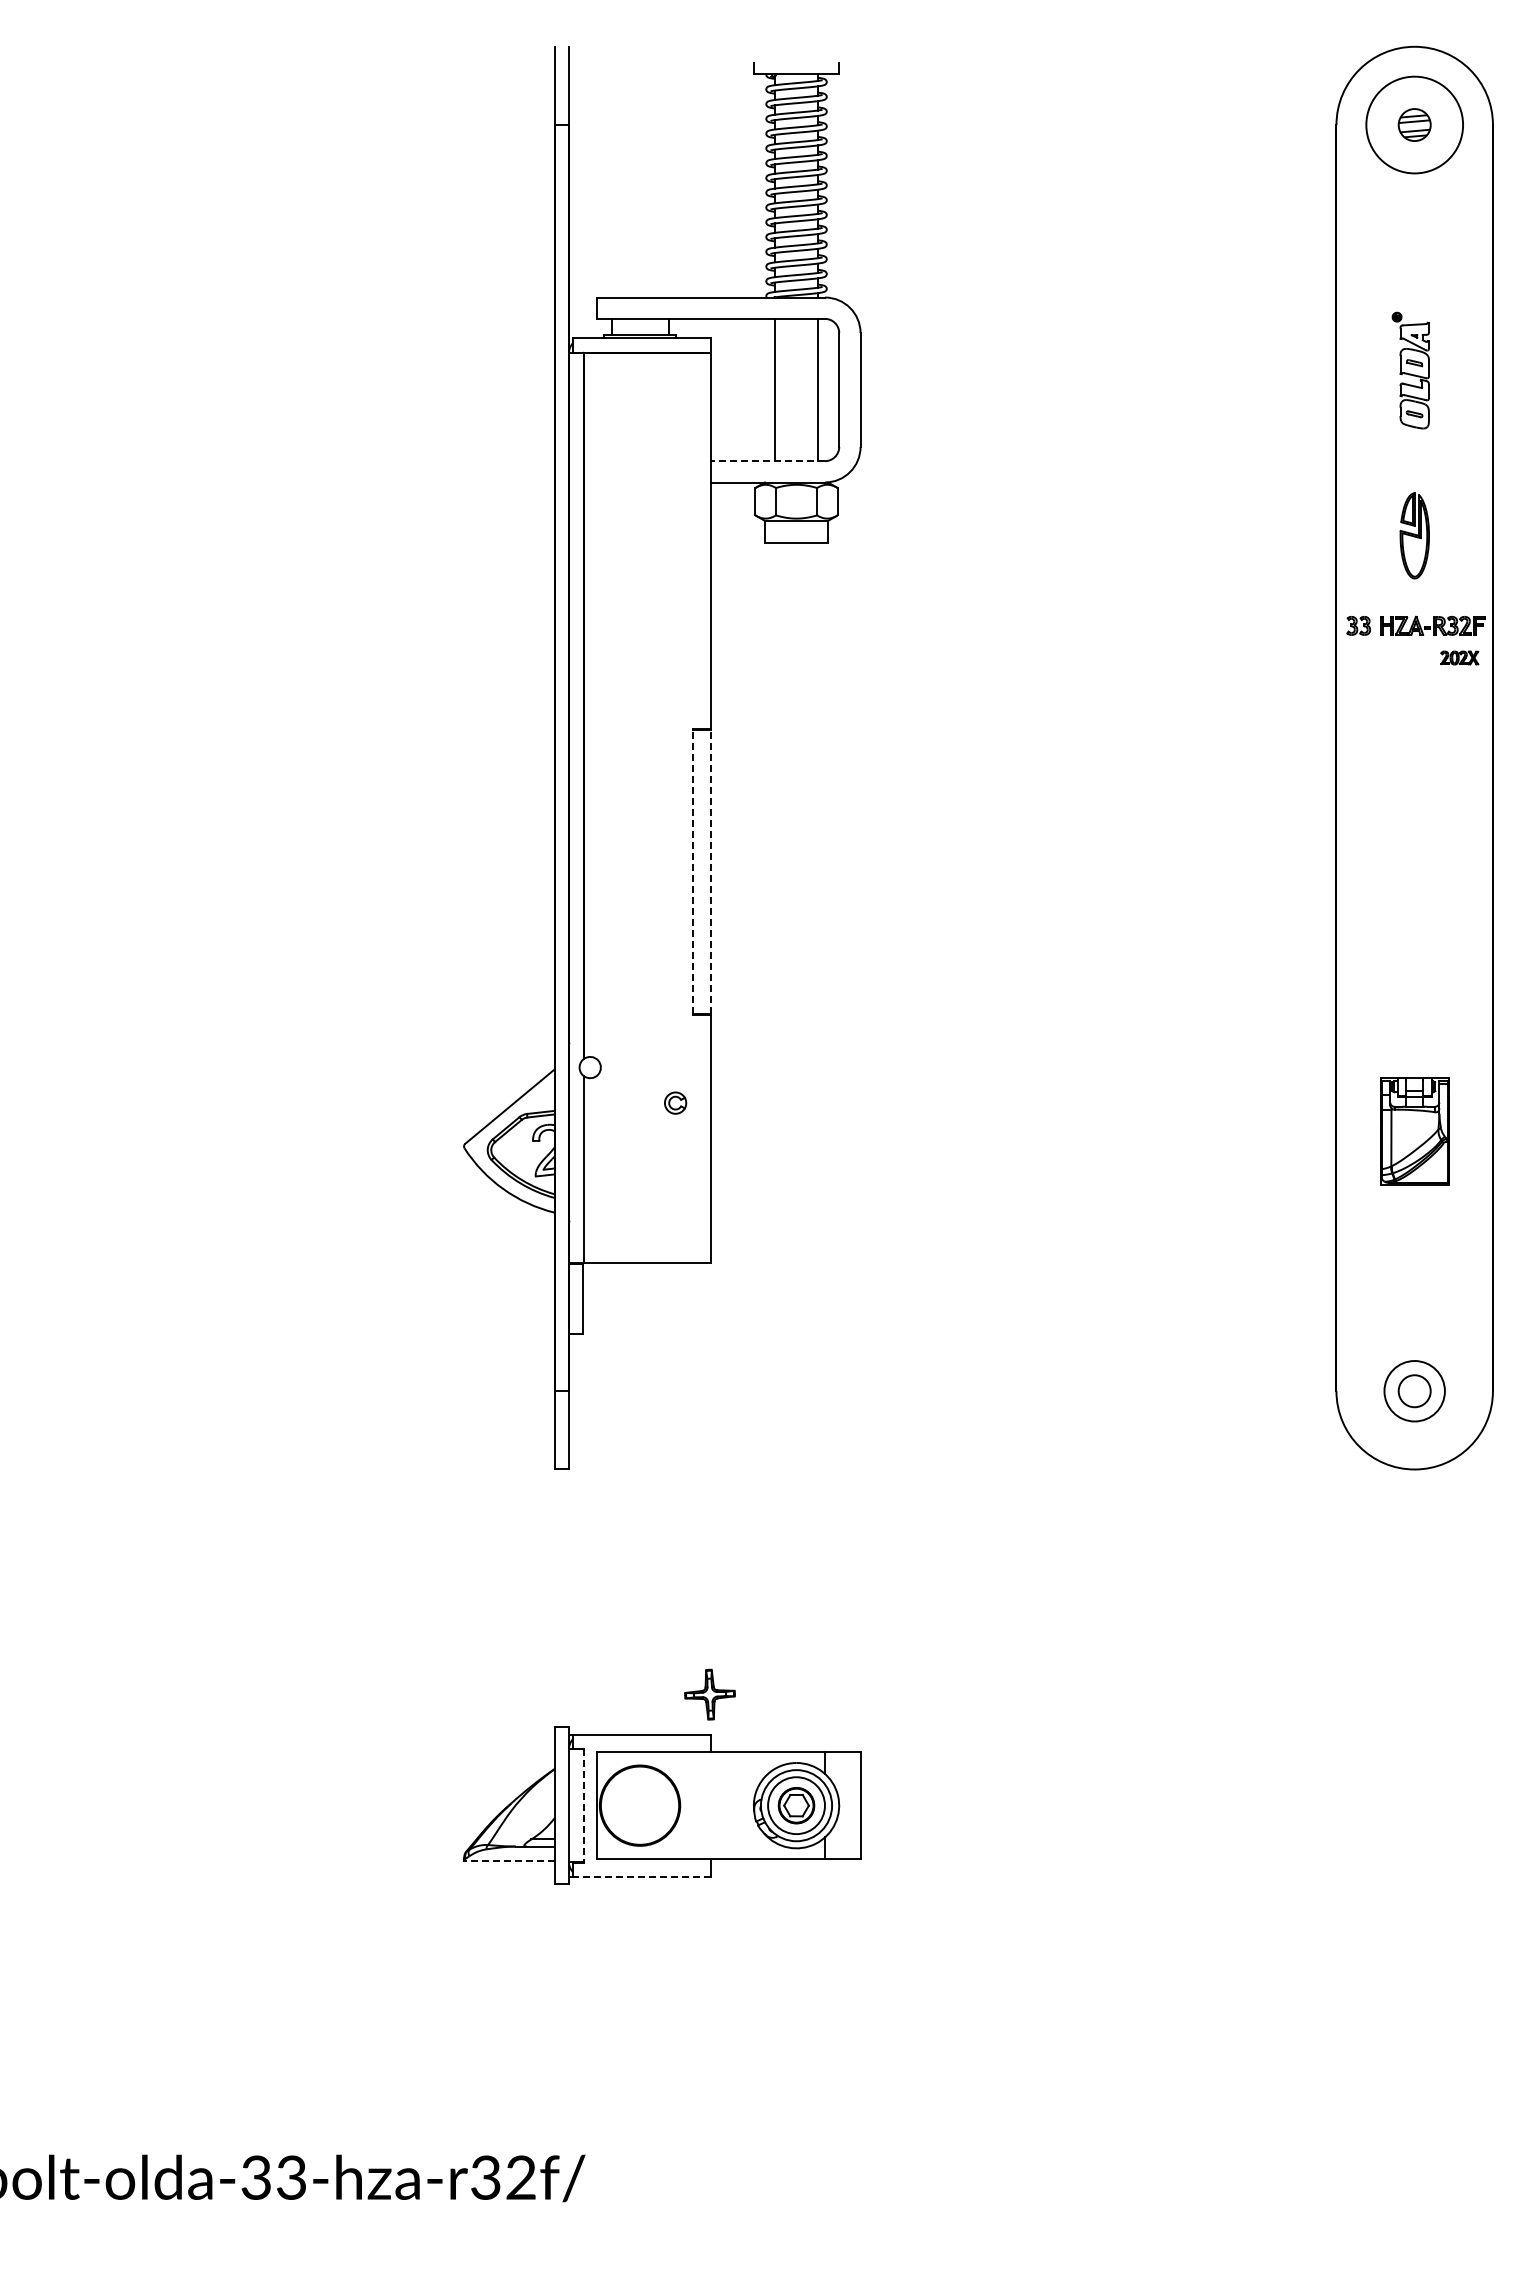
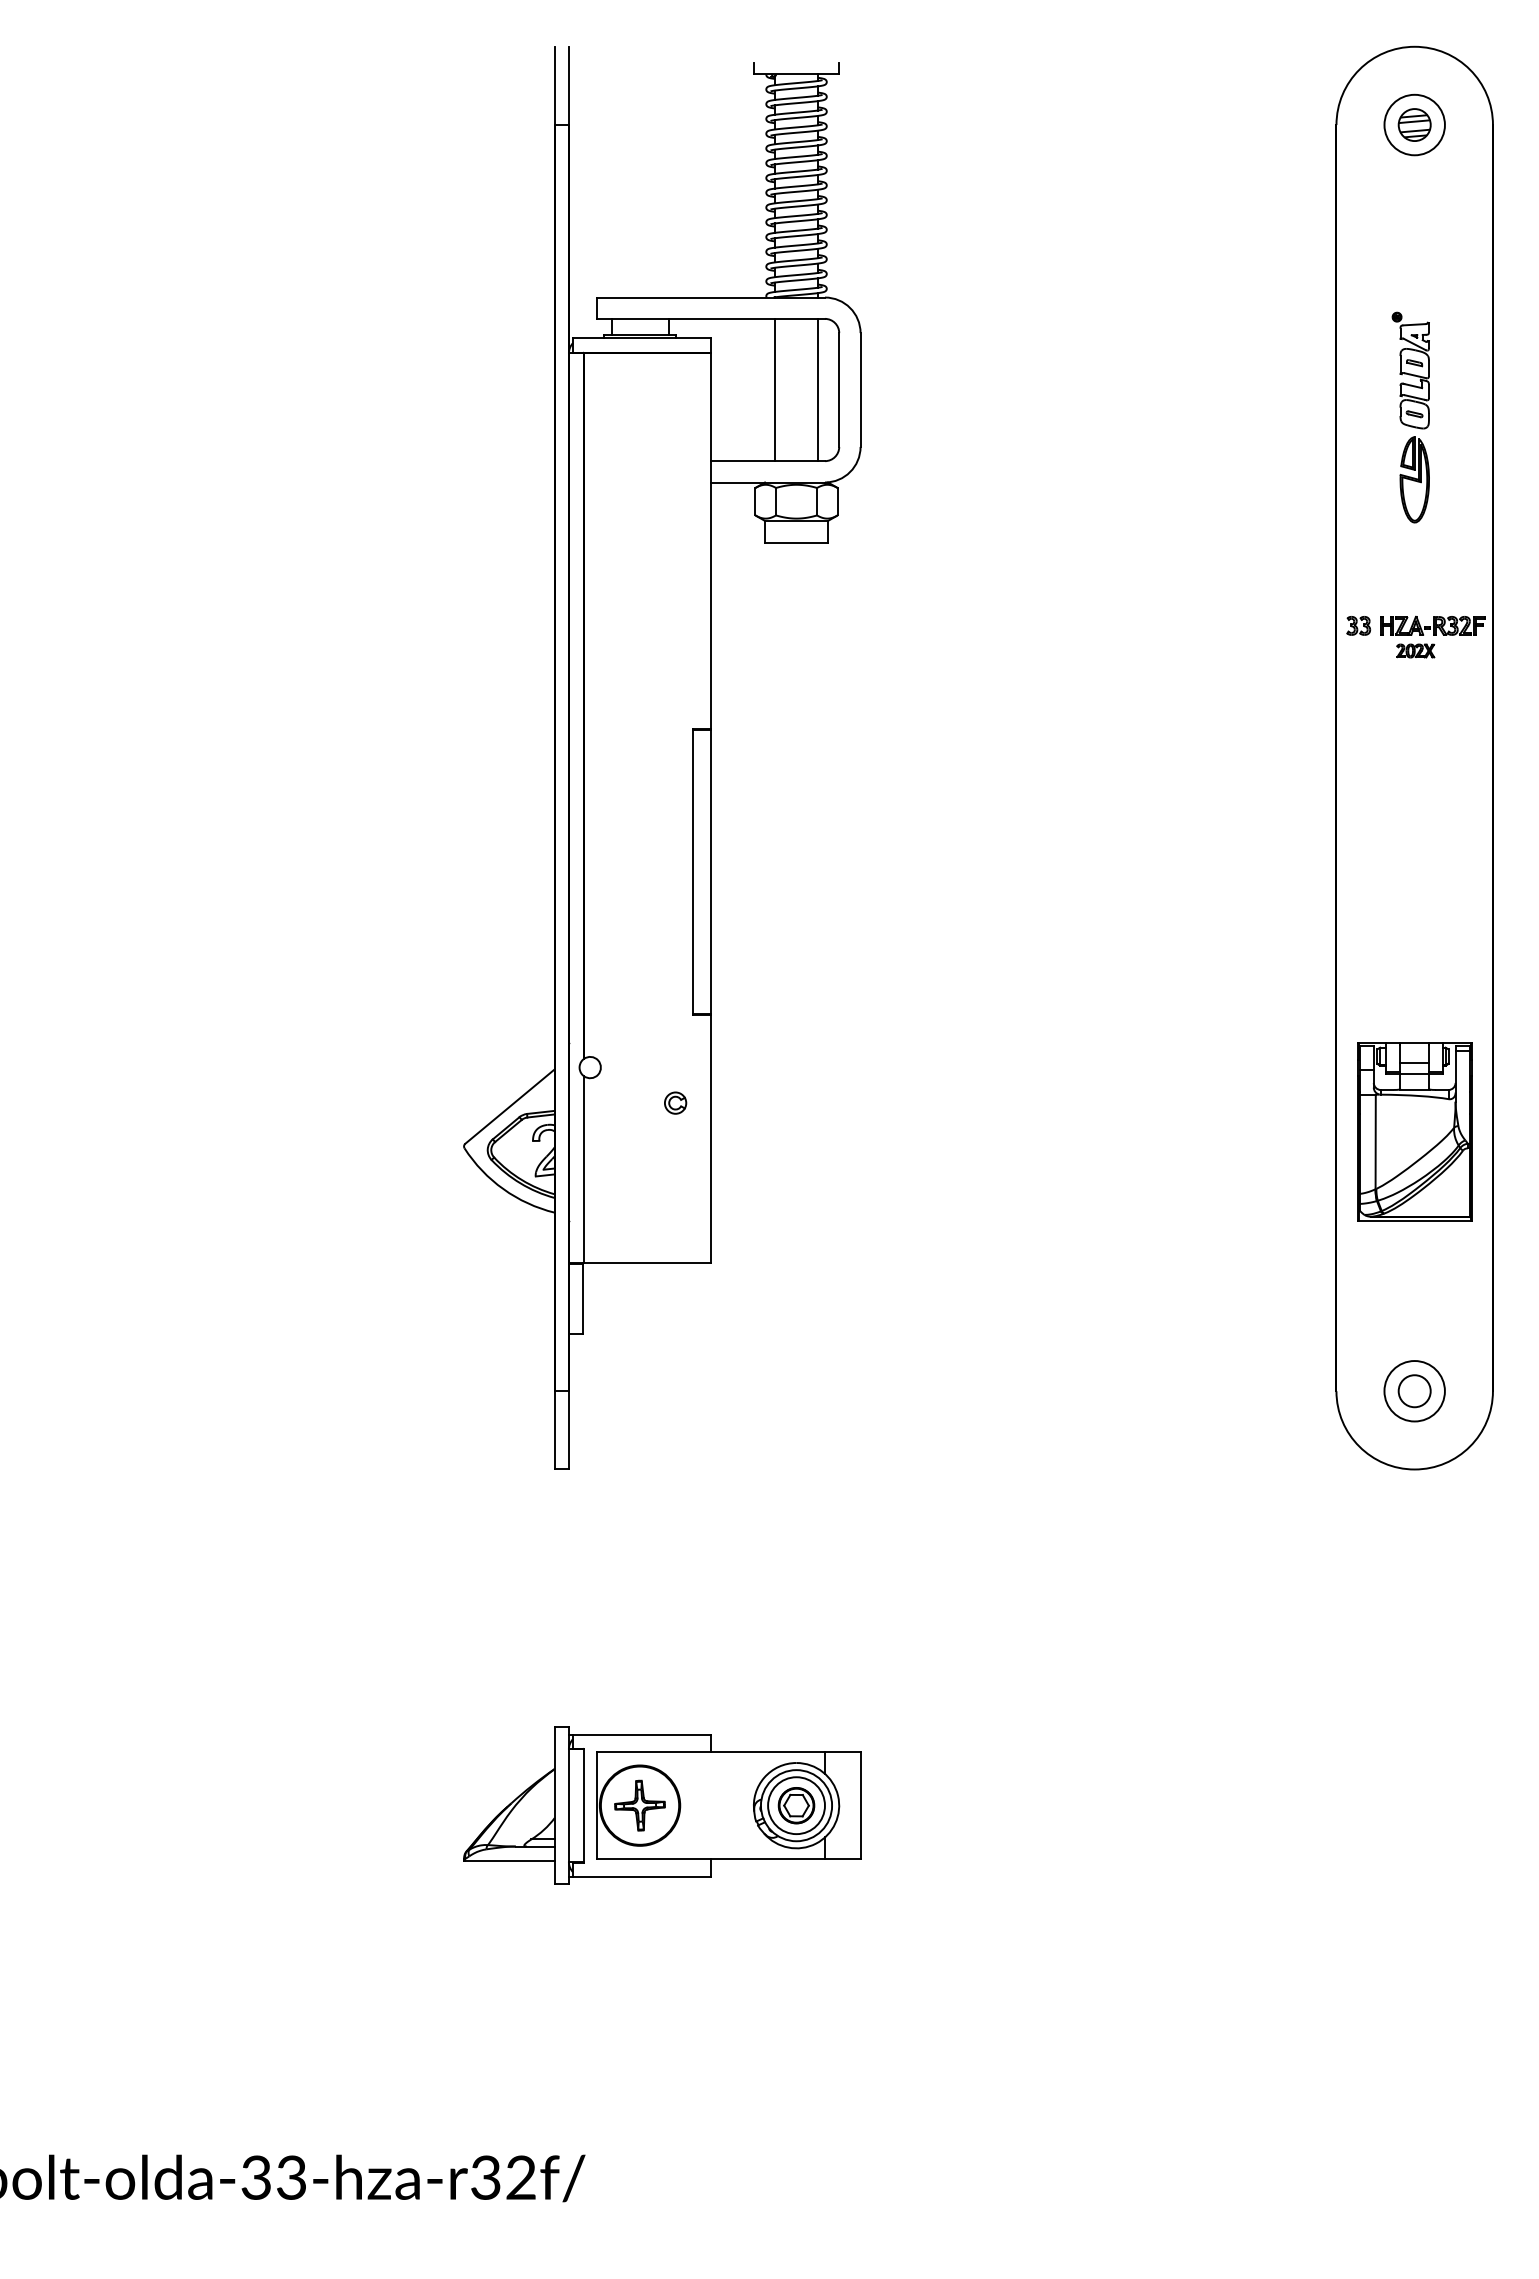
circle at (1414, 124) diameter: 97 px -> 60 px
line at (768, 461): dashed -> solid
part at (1414, 535) position: (1414, 535) -> (1414, 479)
part at (1459, 657) position: (1459, 657) -> (1415, 650)
line at (693, 871): dashed -> solid
line at (711, 871): dashed -> solid
part at (1414, 1131) size: 70x109 px -> 116x180 px
part at (709, 1694) position: (709, 1694) -> (639, 1805)
line at (583, 1806): dashed -> solid
line at (510, 1860): dashed -> solid
line at (641, 1876): dashed -> solid
